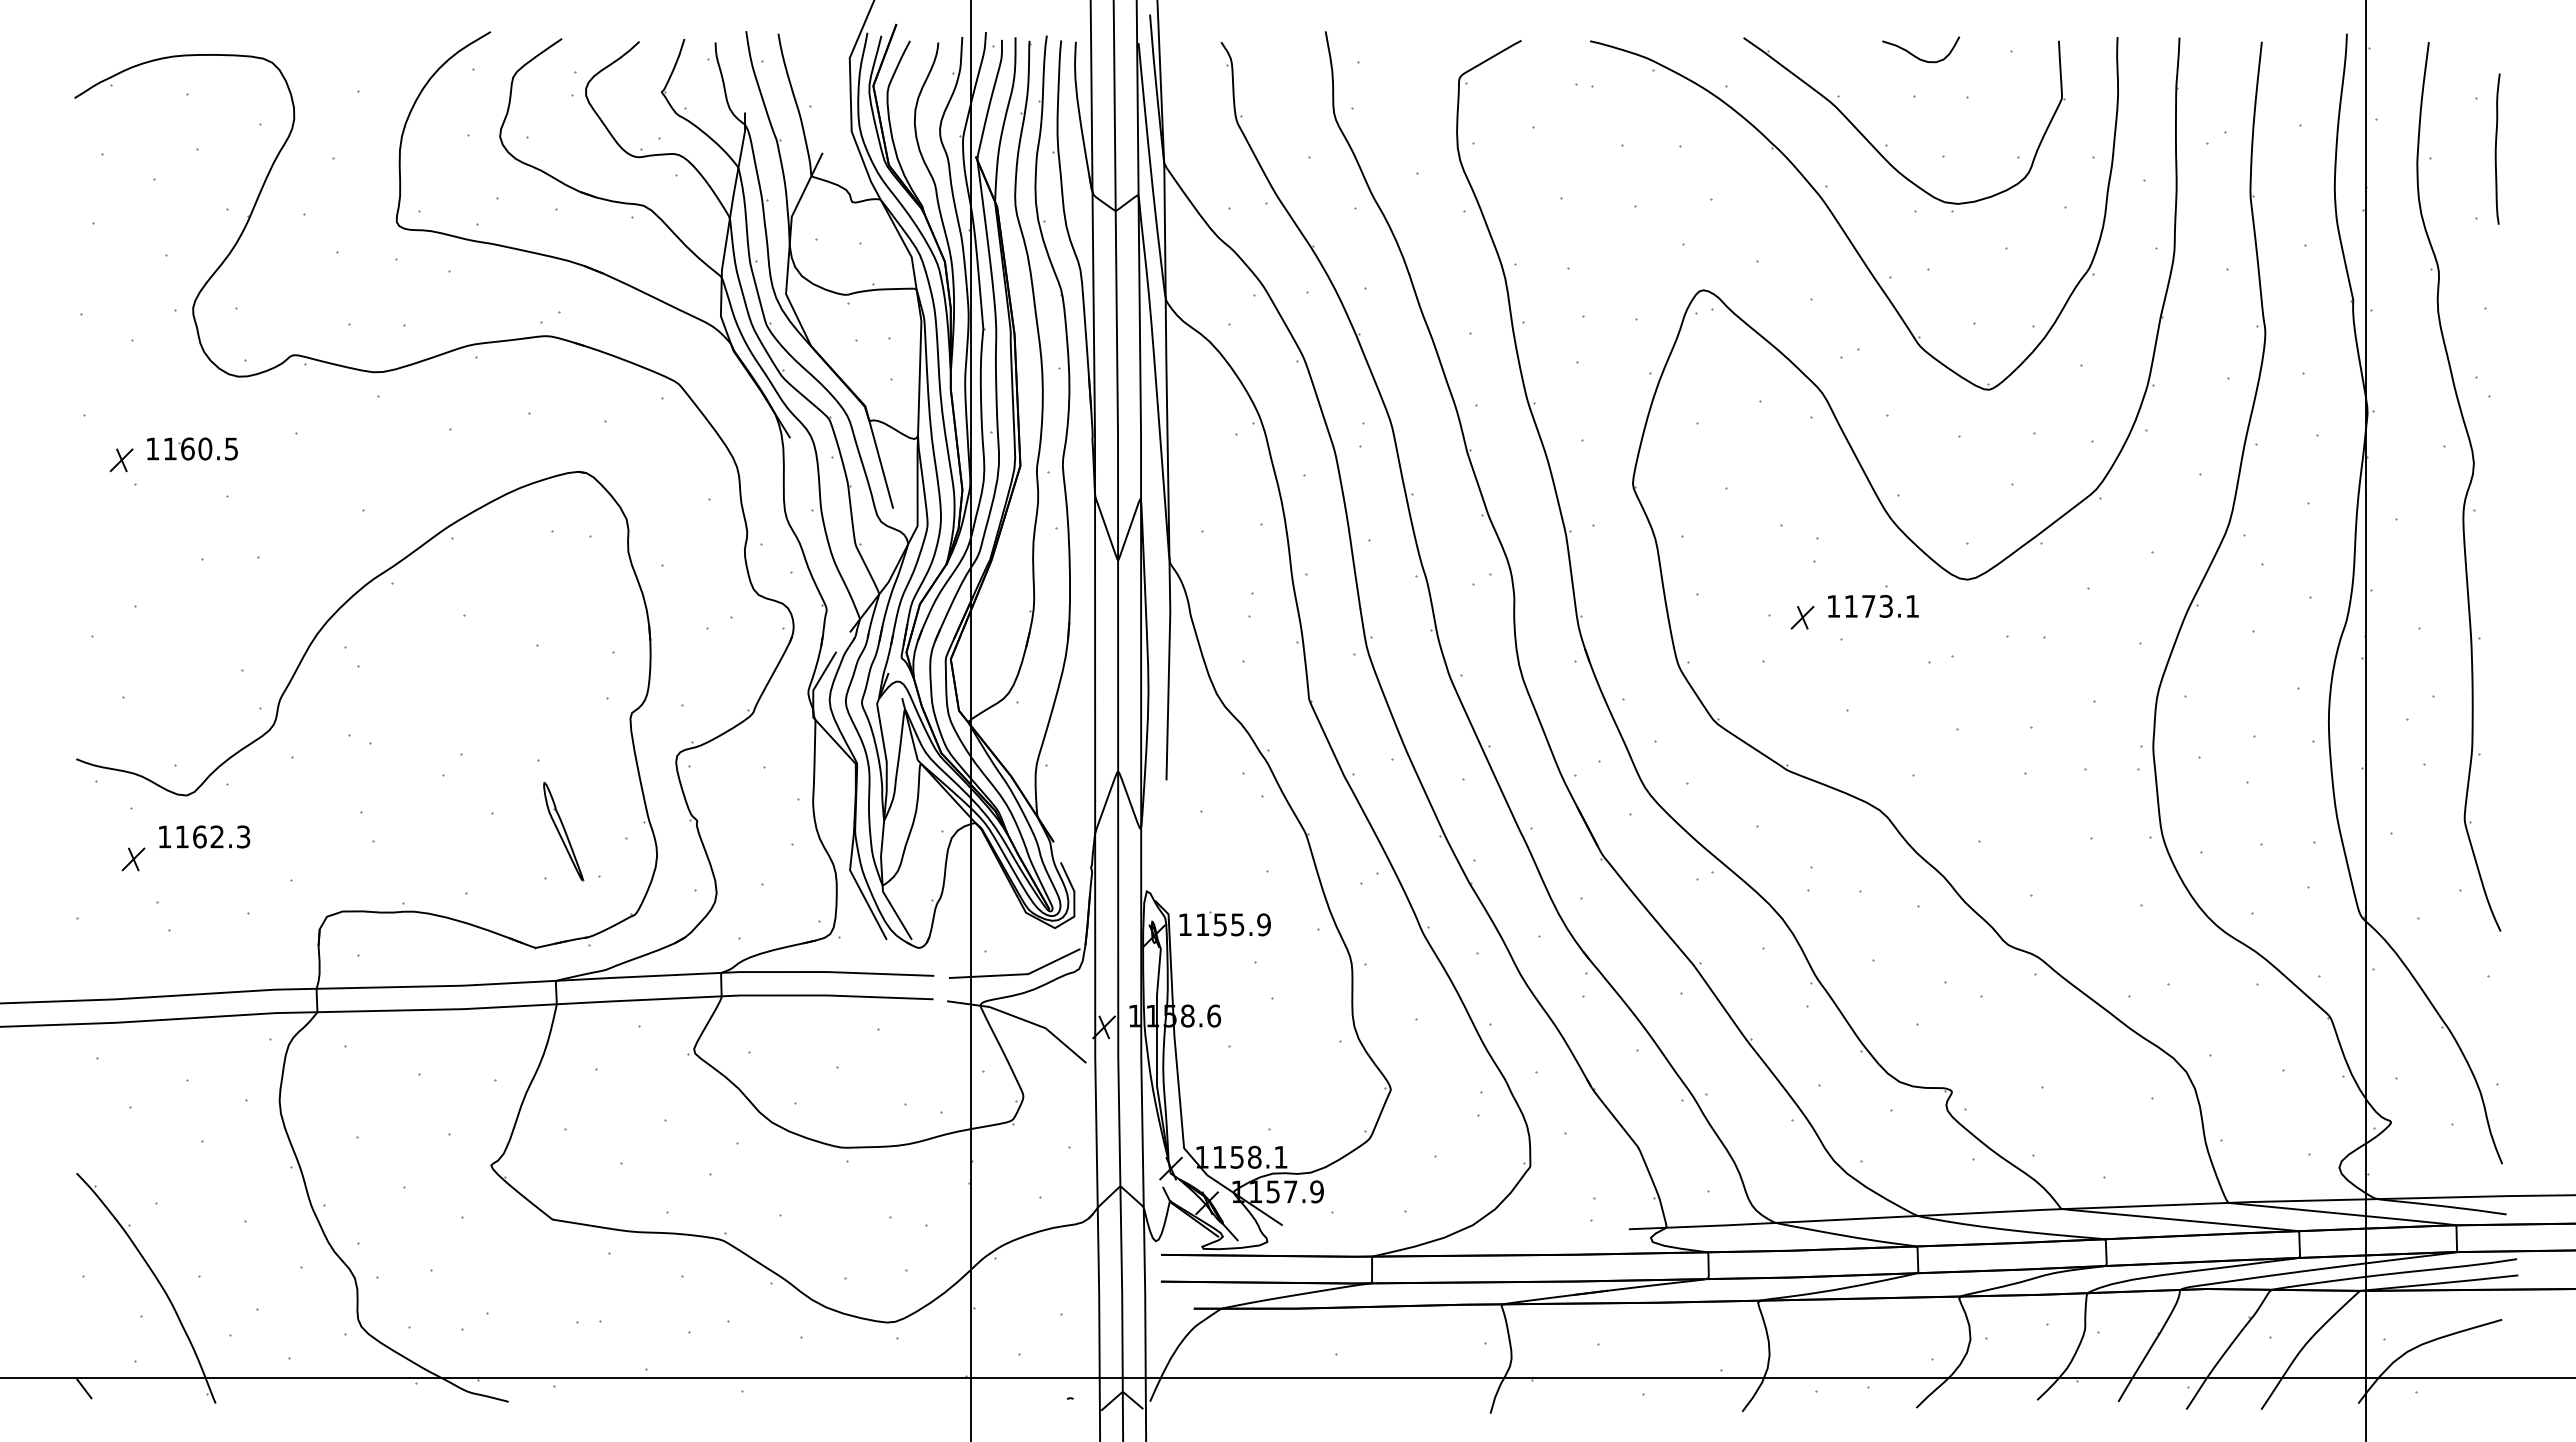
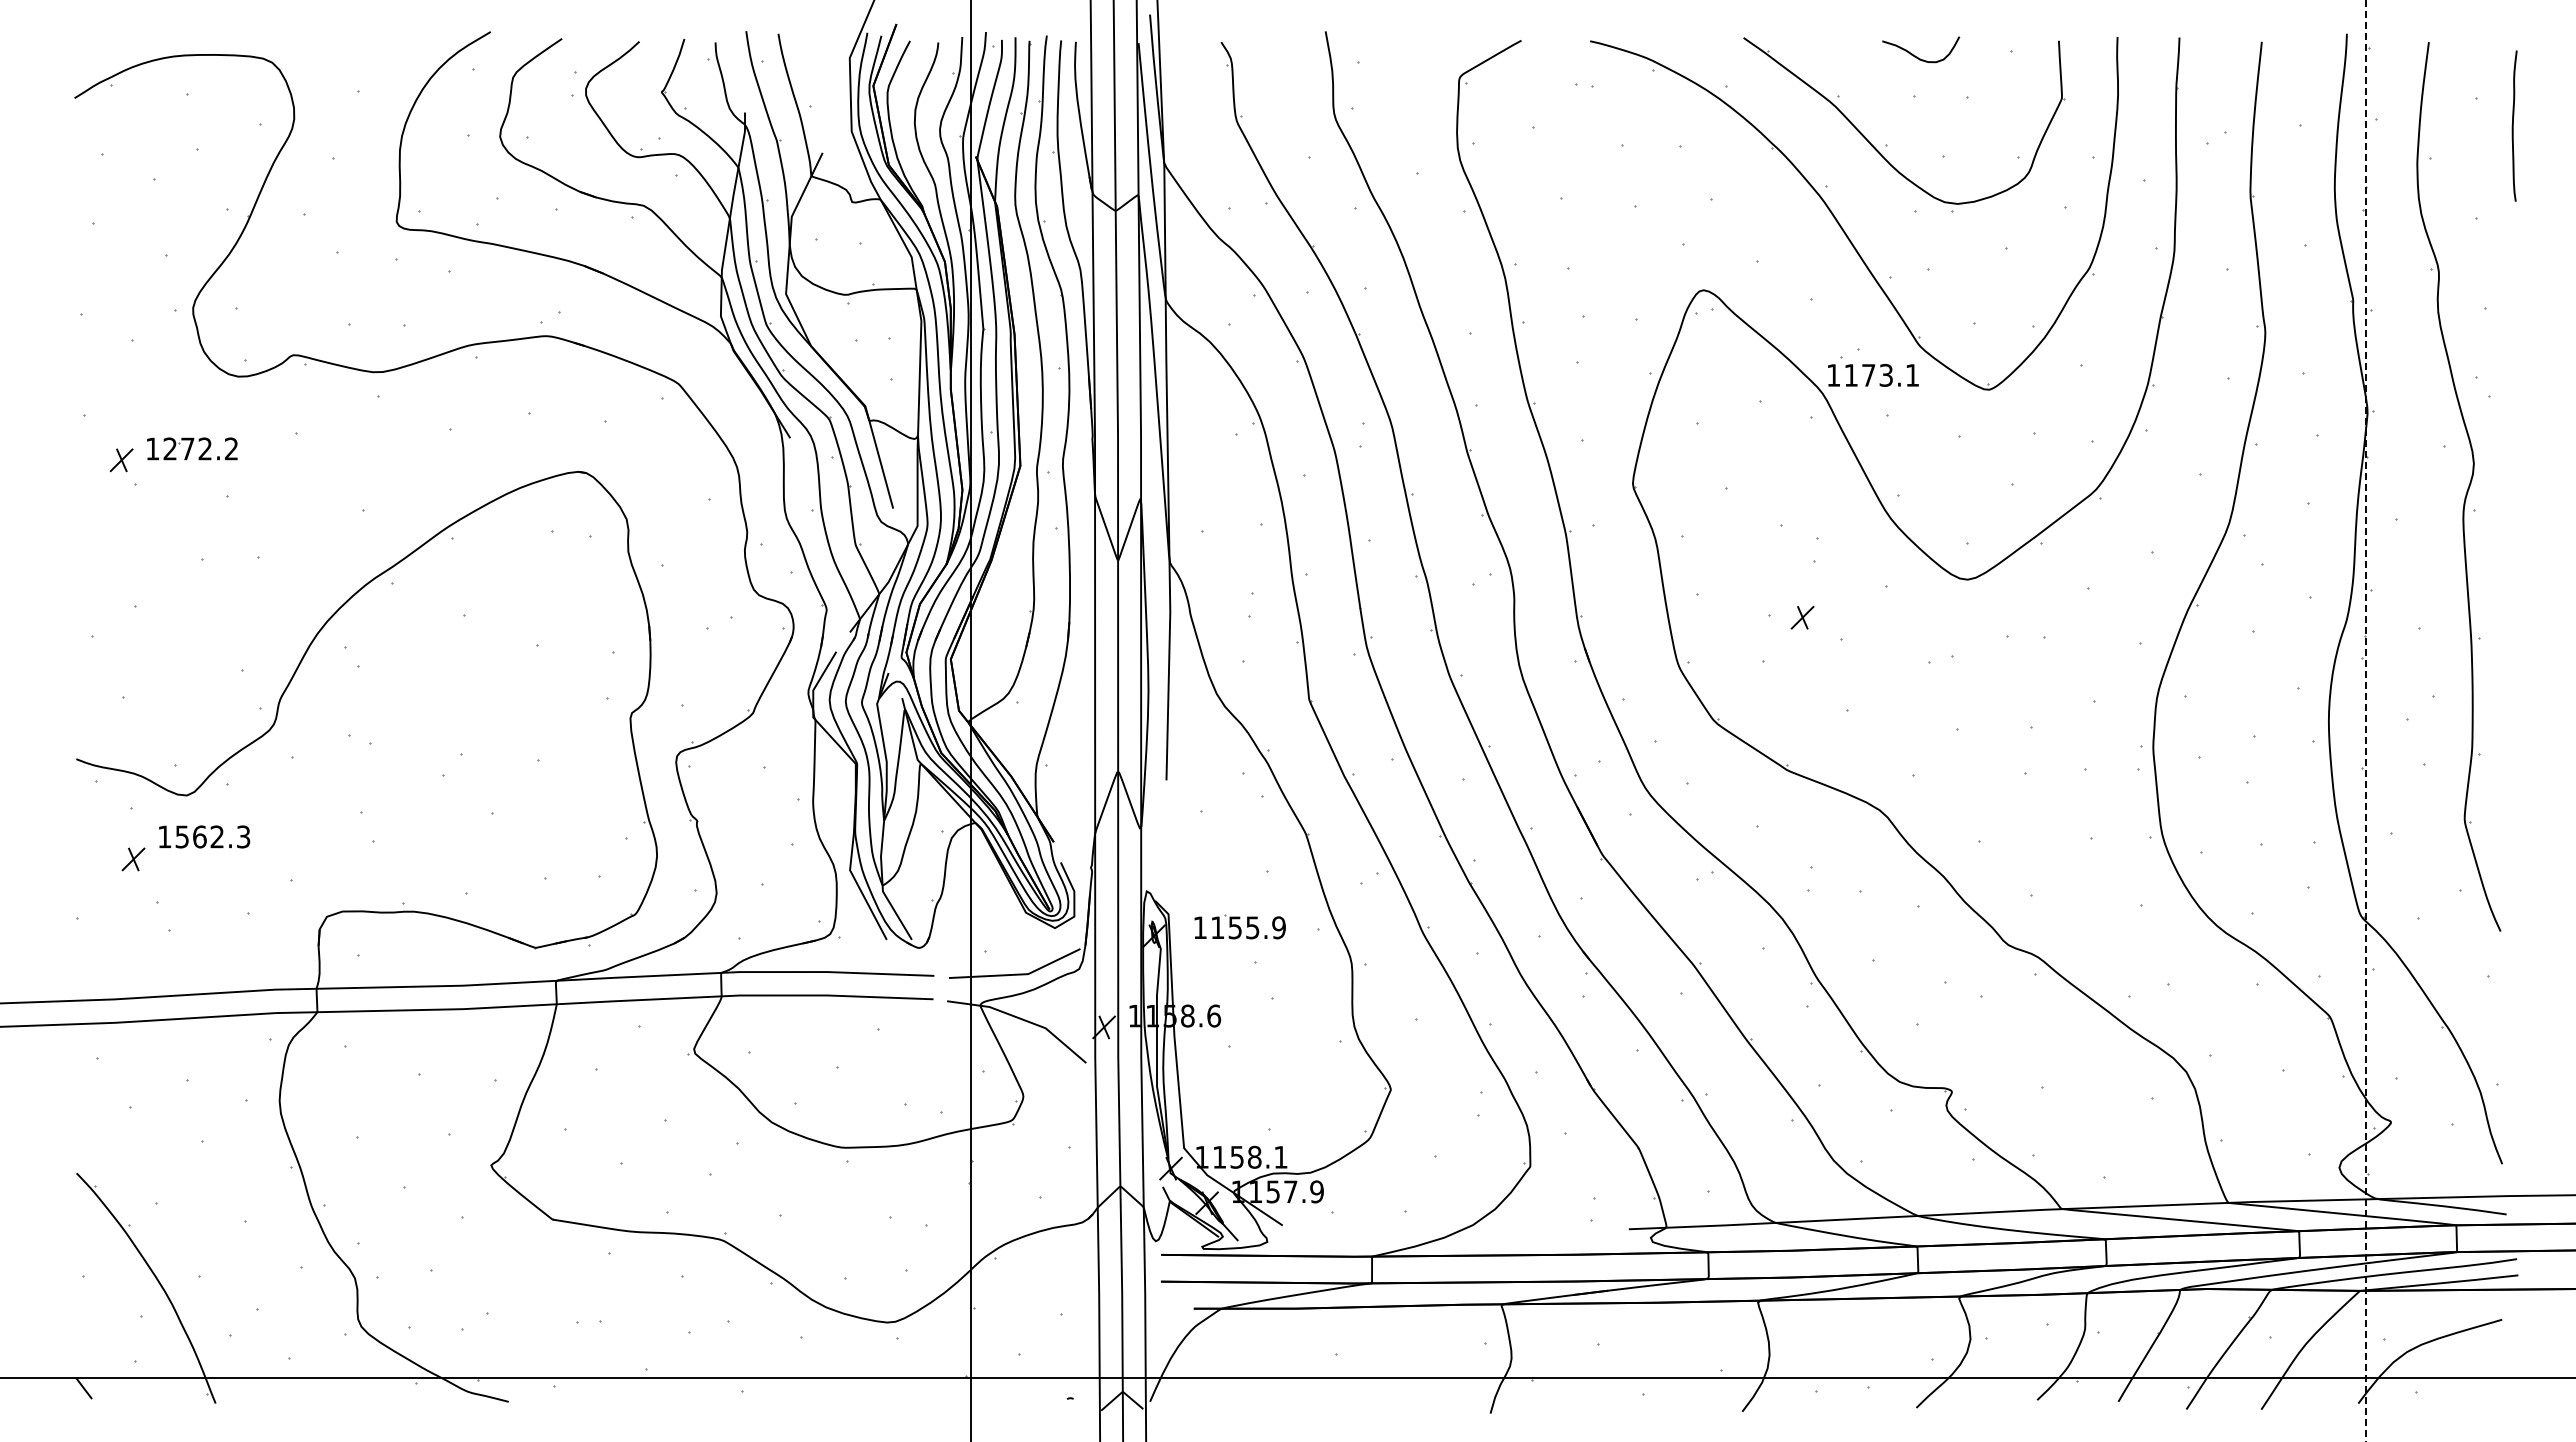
curve at (2496, 148) position: (2496, 148) -> (2513, 125)
text at (200, 448): 1160.5 -> 1272.2
text at (1873, 606) position: (1873, 606) -> (1873, 375)
line at (2365, 720): solid -> dashed
part at (563, 831): present -> none
text at (181, 836): 1162.3 -> 1562.3
part at (1224, 923) position: (1224, 923) -> (1239, 926)
